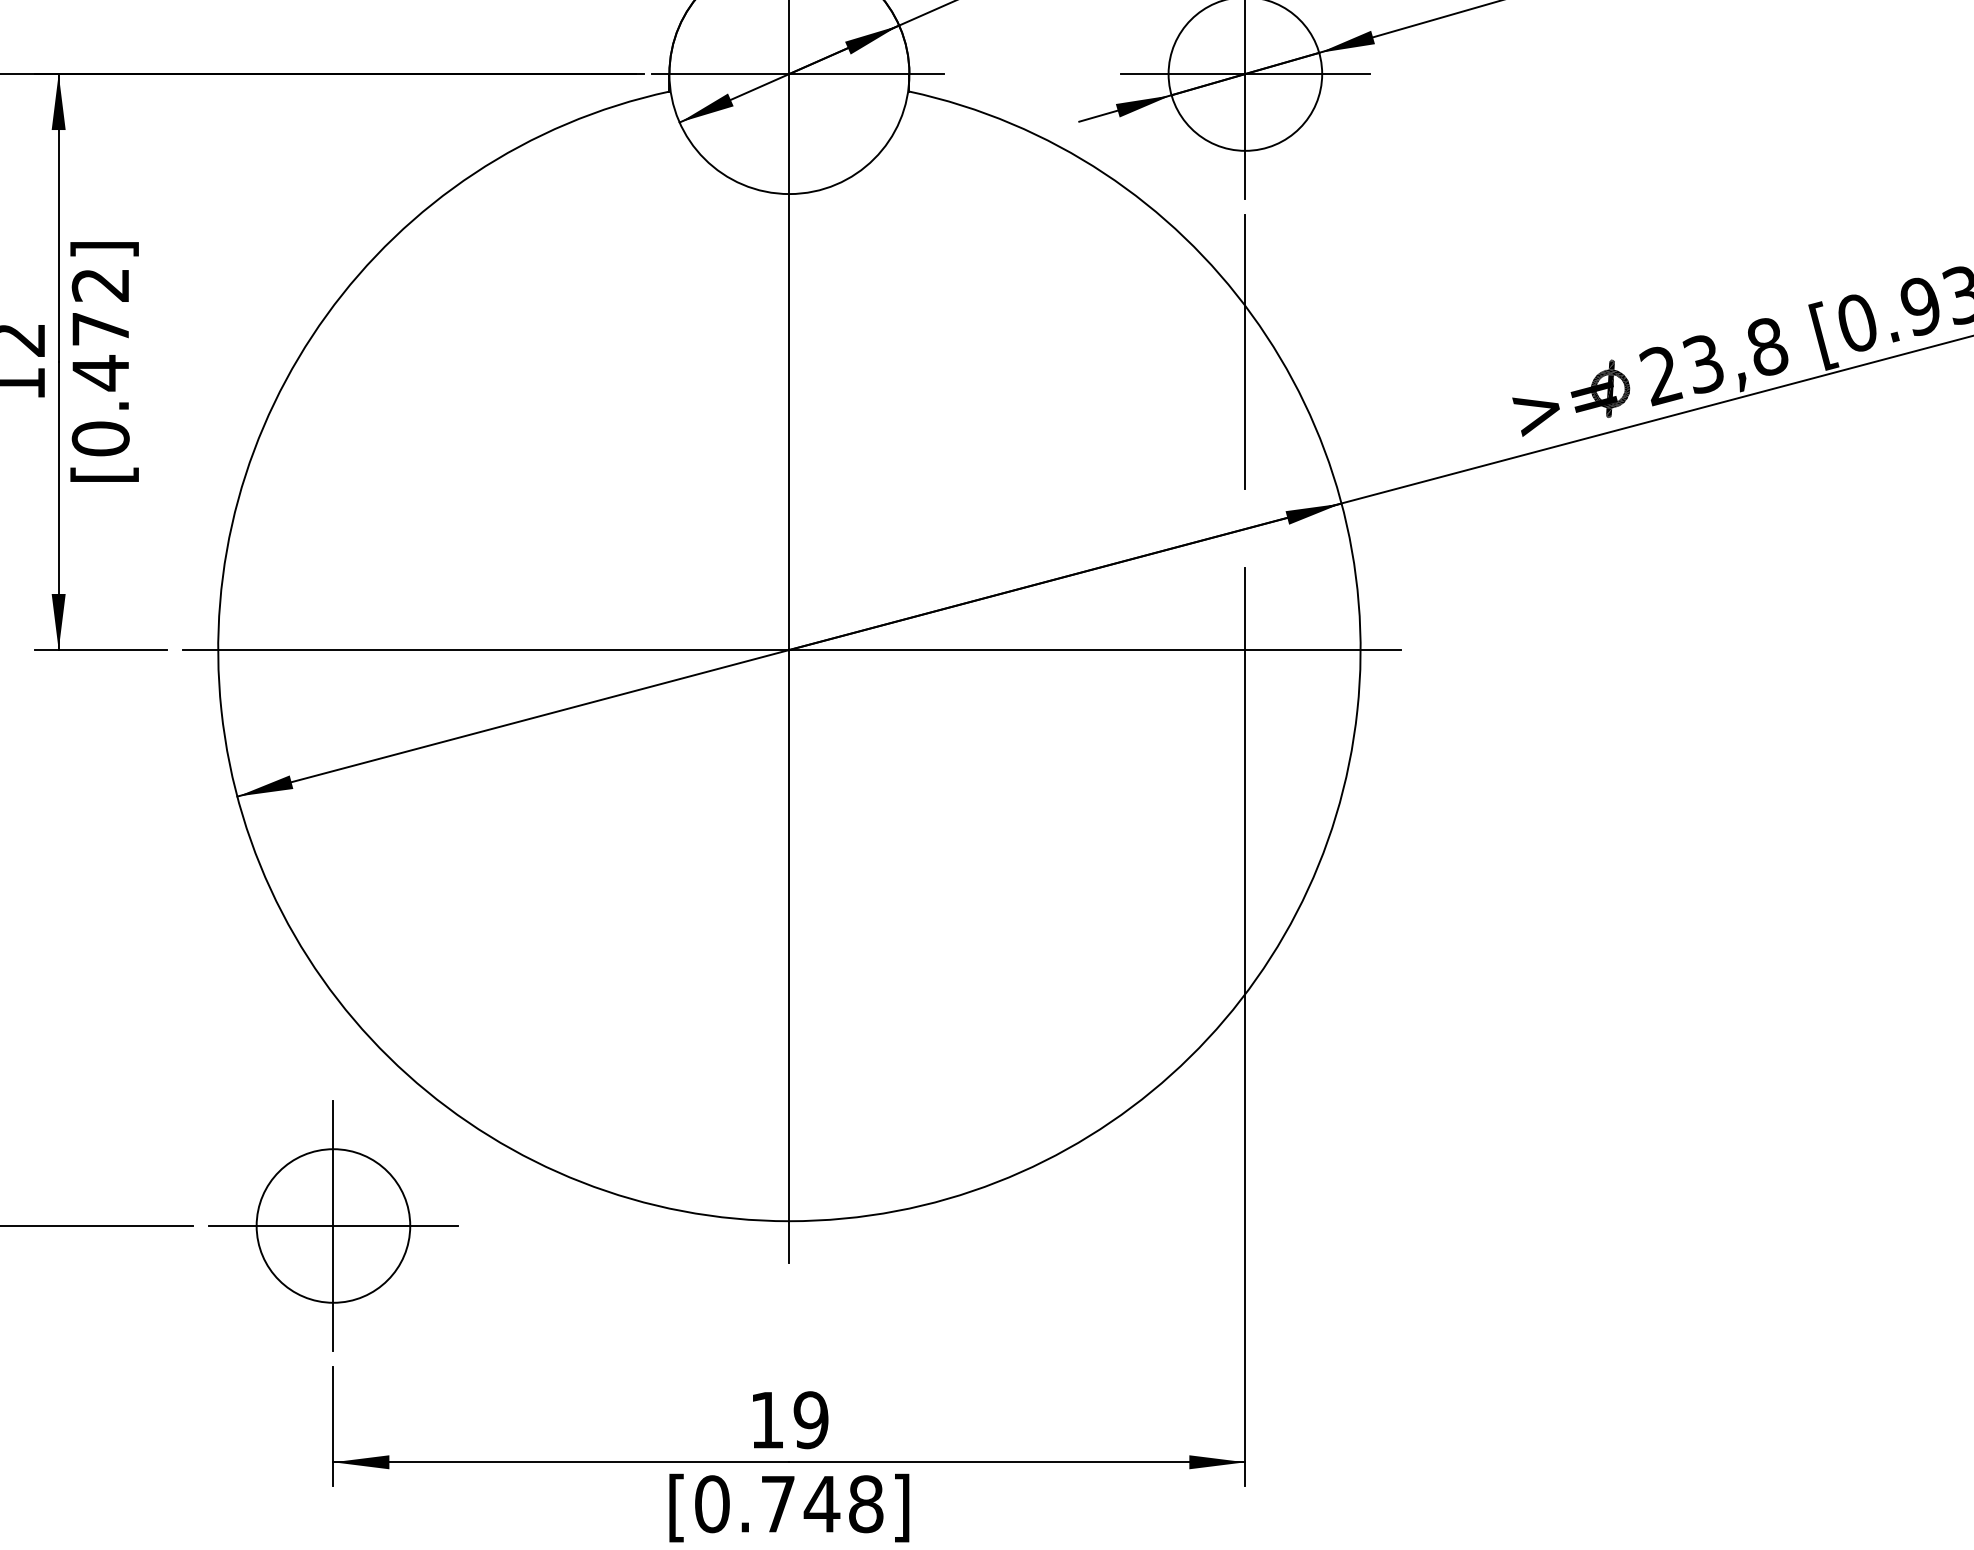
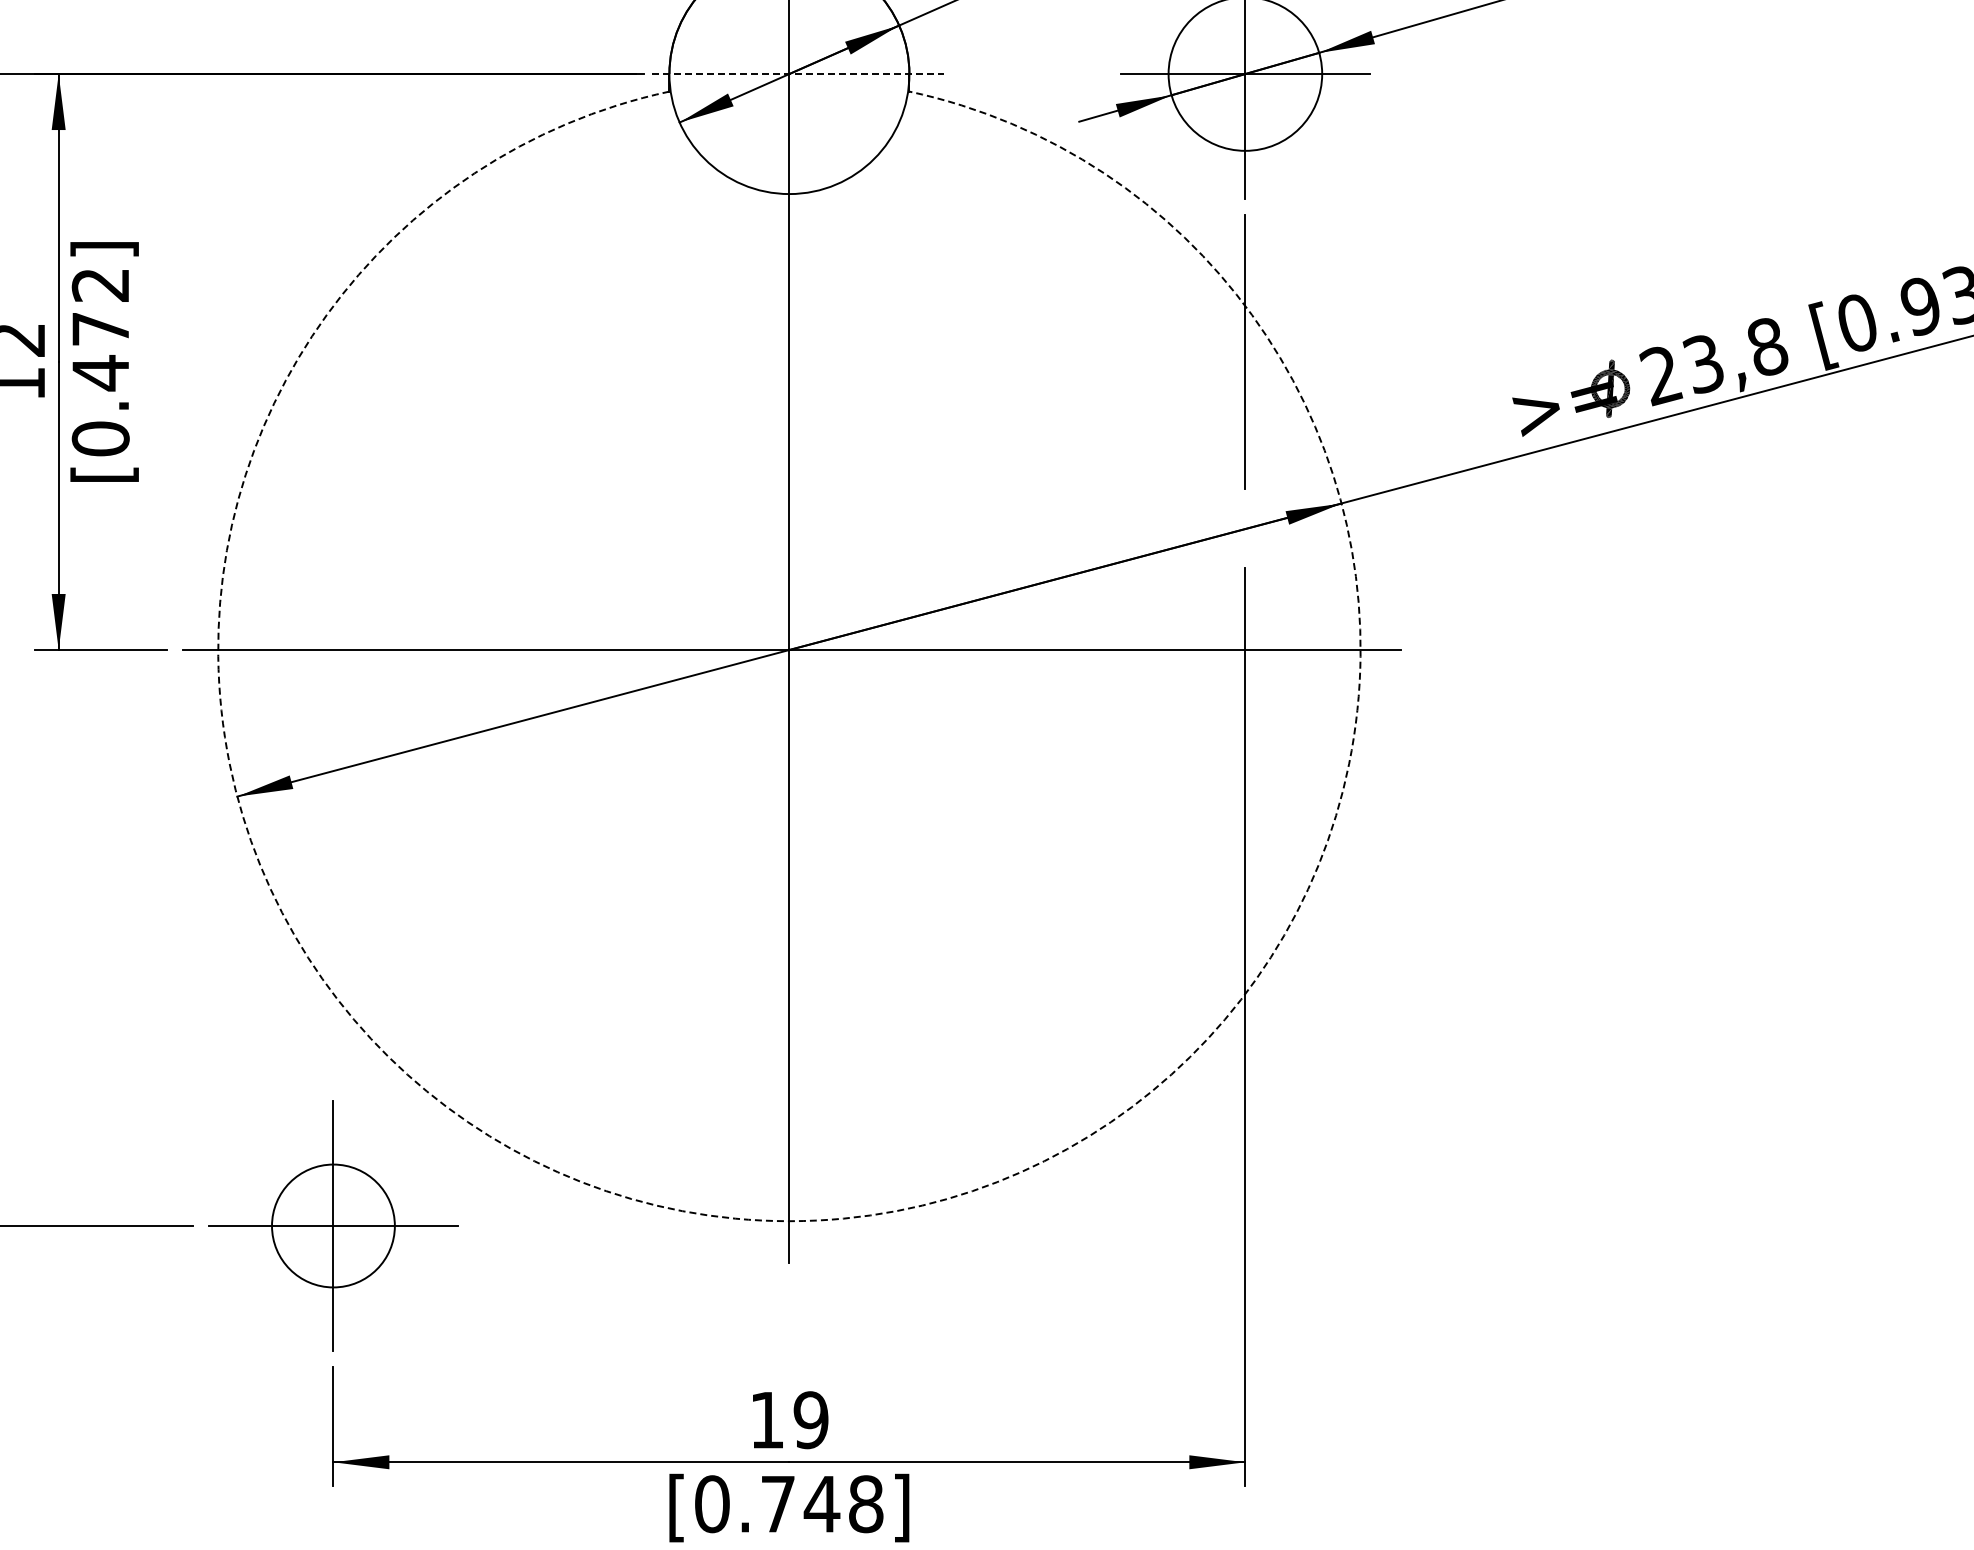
line at (798, 74): solid -> dashed
arc at (789, 1221): solid -> dashed
circle at (333, 1225) diameter: 154 px -> 123 px
